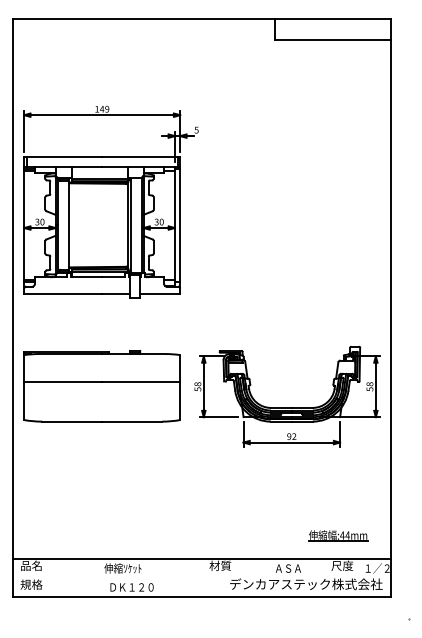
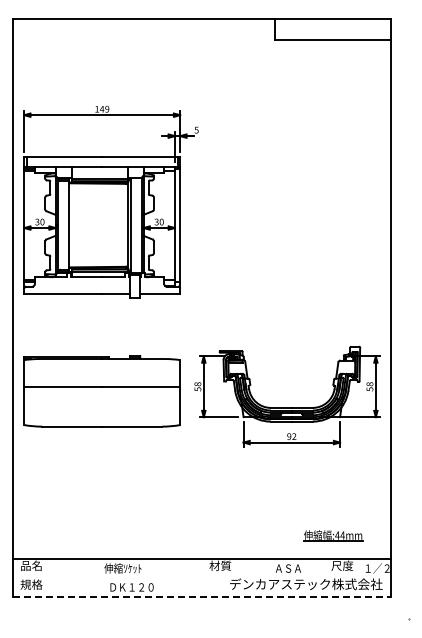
part at (101, 386) position: (101, 386) -> (101, 391)
part at (338, 535) position: (338, 535) -> (333, 535)
line at (201, 596): solid -> dashed
